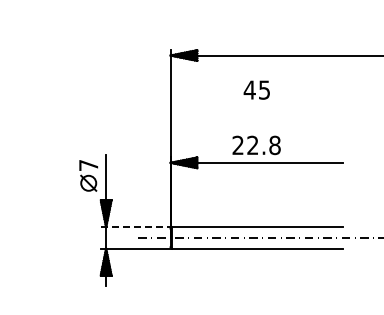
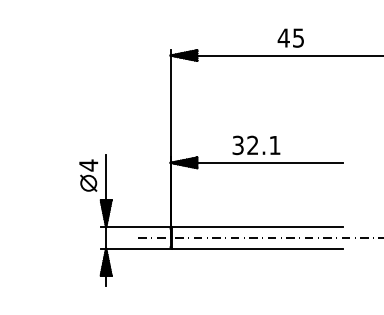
text at (256, 89) position: (256, 89) -> (290, 37)
text at (256, 145): 22.8 -> 32.1
text at (88, 165): 7 -> 4
line at (135, 227): dashed -> solid
